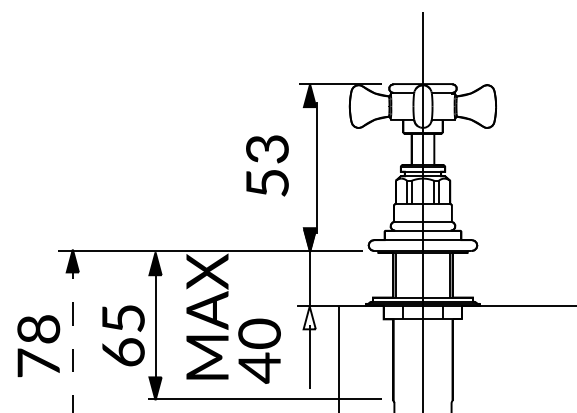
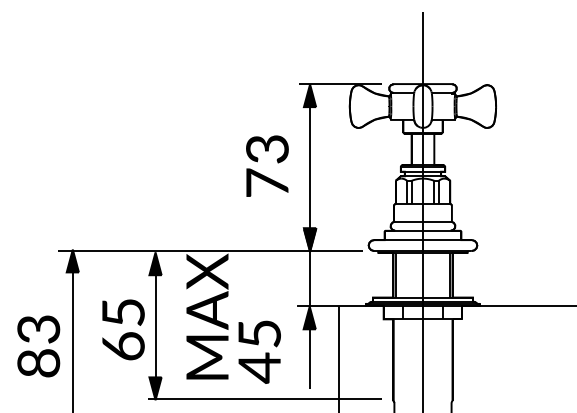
line at (317, 167) position: (317, 167) -> (310, 167)
text at (267, 182): 53 -> 73
fill at (309, 317): none -> present
text at (259, 333): 40 -> 45
text at (123, 335) position: (123, 335) -> (123, 329)
line at (72, 339): dashed -> solid
text at (38, 346): 78 -> 83
